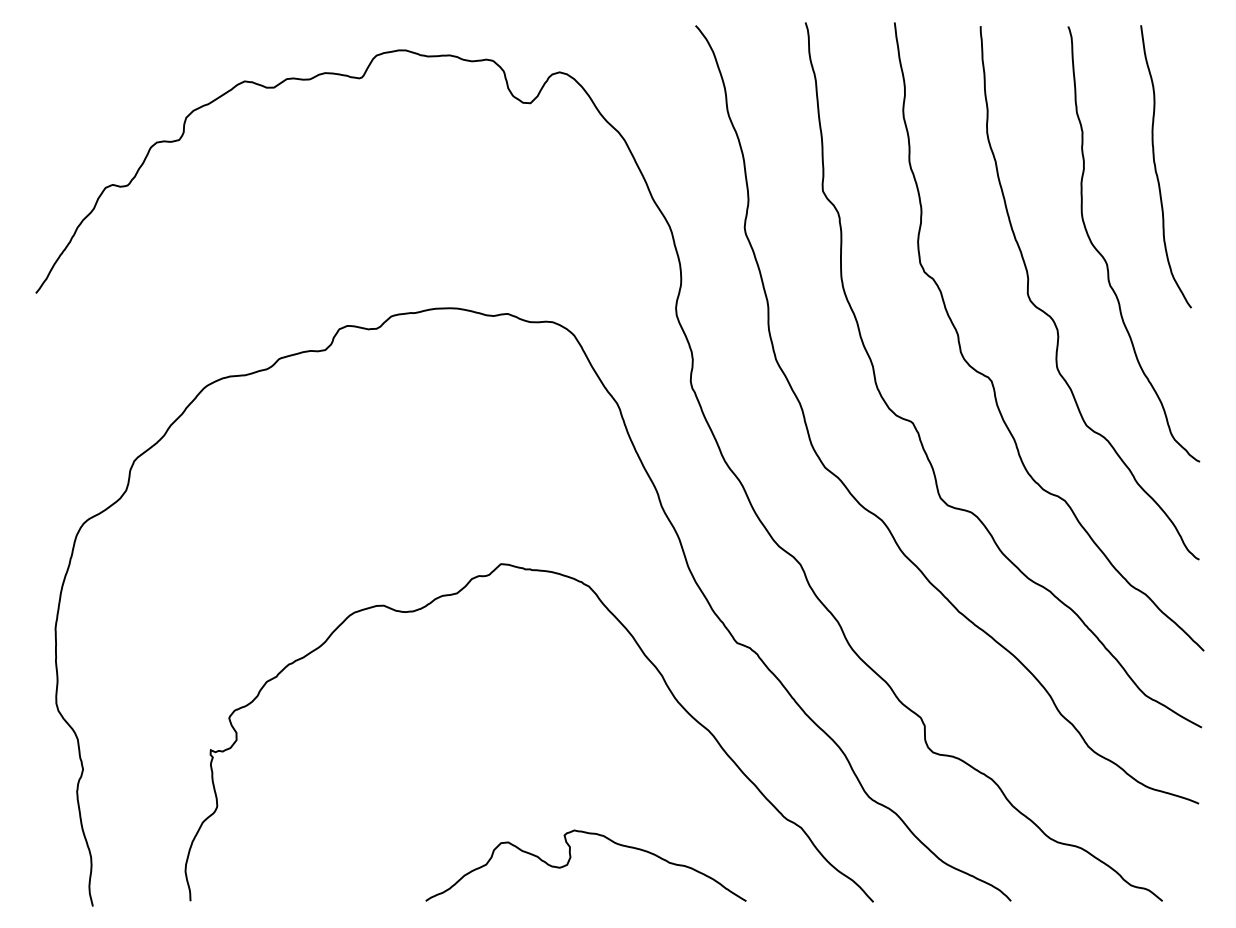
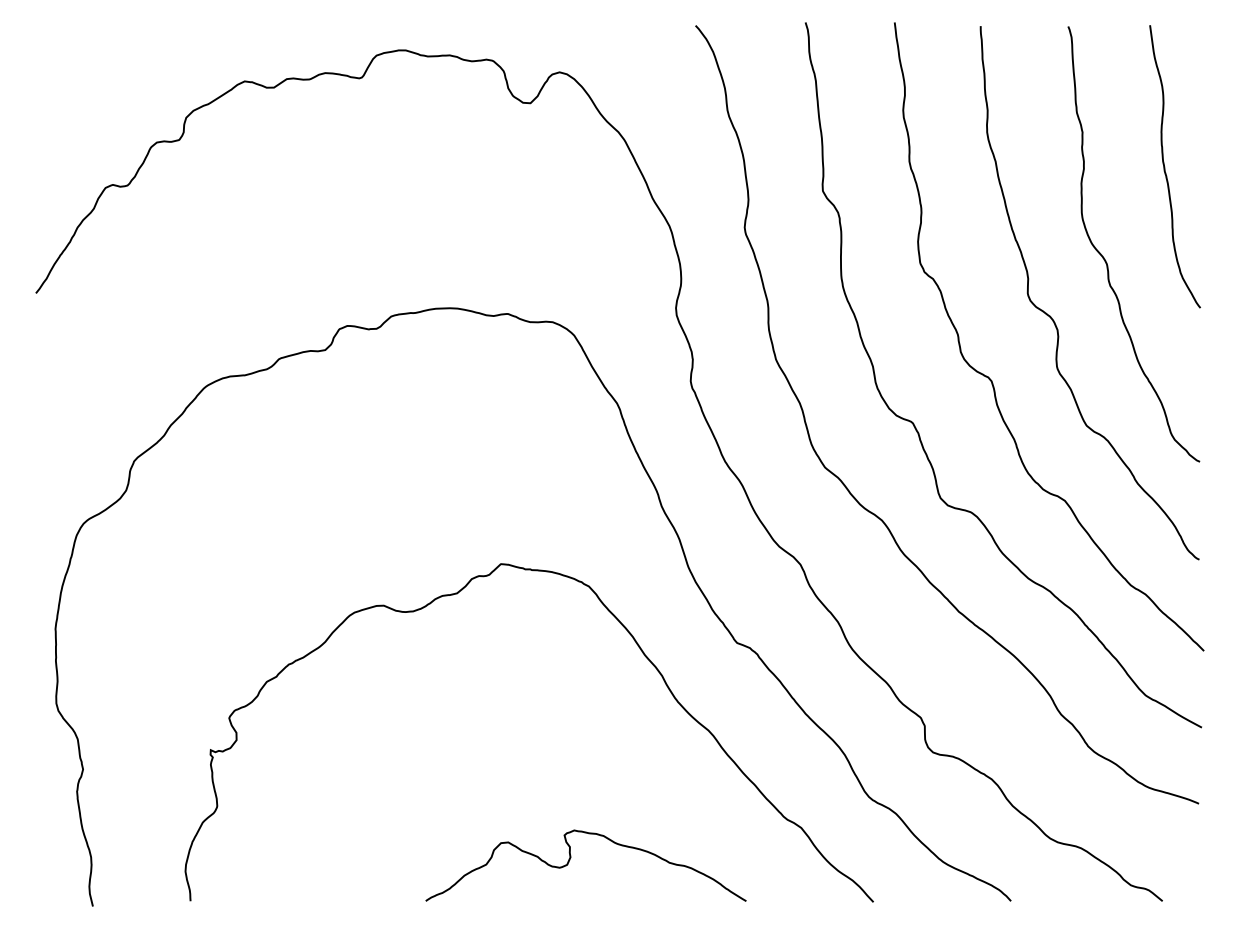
curve at (1156, 166) position: (1156, 166) -> (1165, 166)
